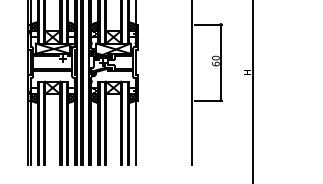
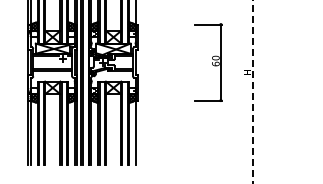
line at (191, 83): present -> none
line at (252, 92): solid -> dashed
